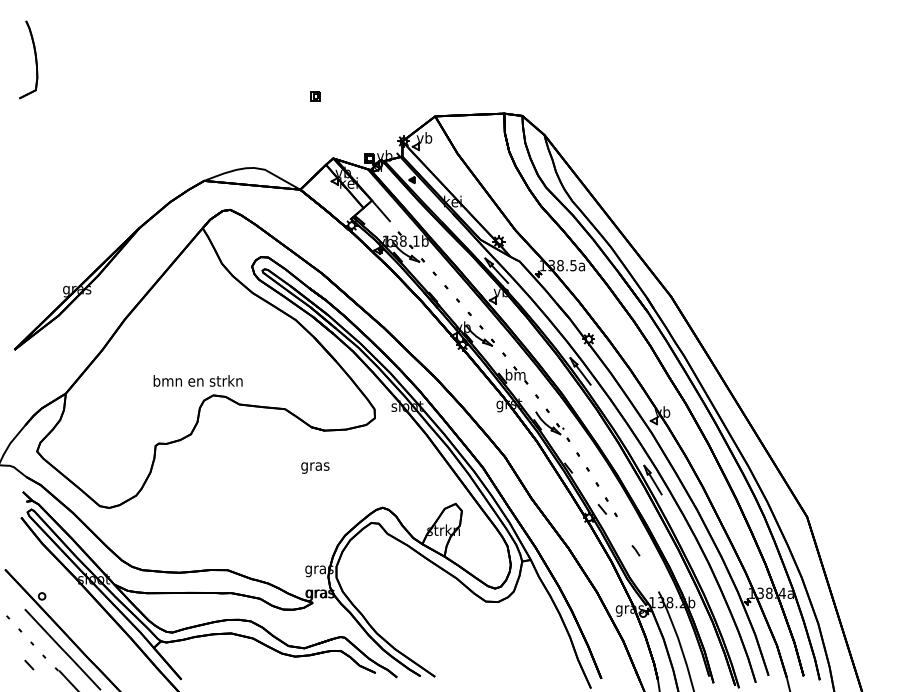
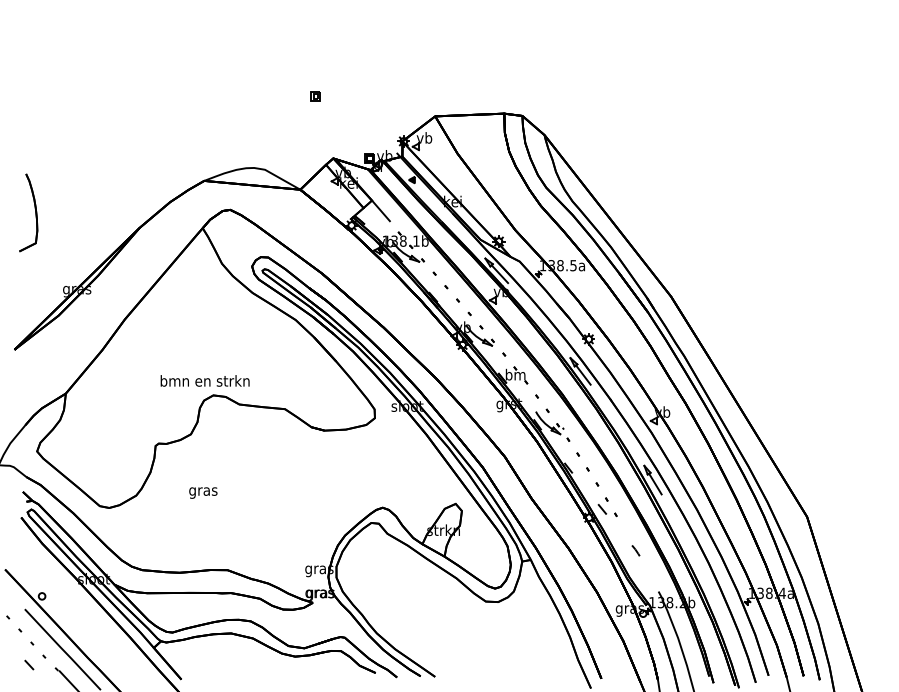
part at (35, 59) position: (35, 59) -> (35, 212)
text at (197, 380) position: (197, 380) -> (204, 380)
text at (315, 467) position: (315, 467) -> (203, 492)
